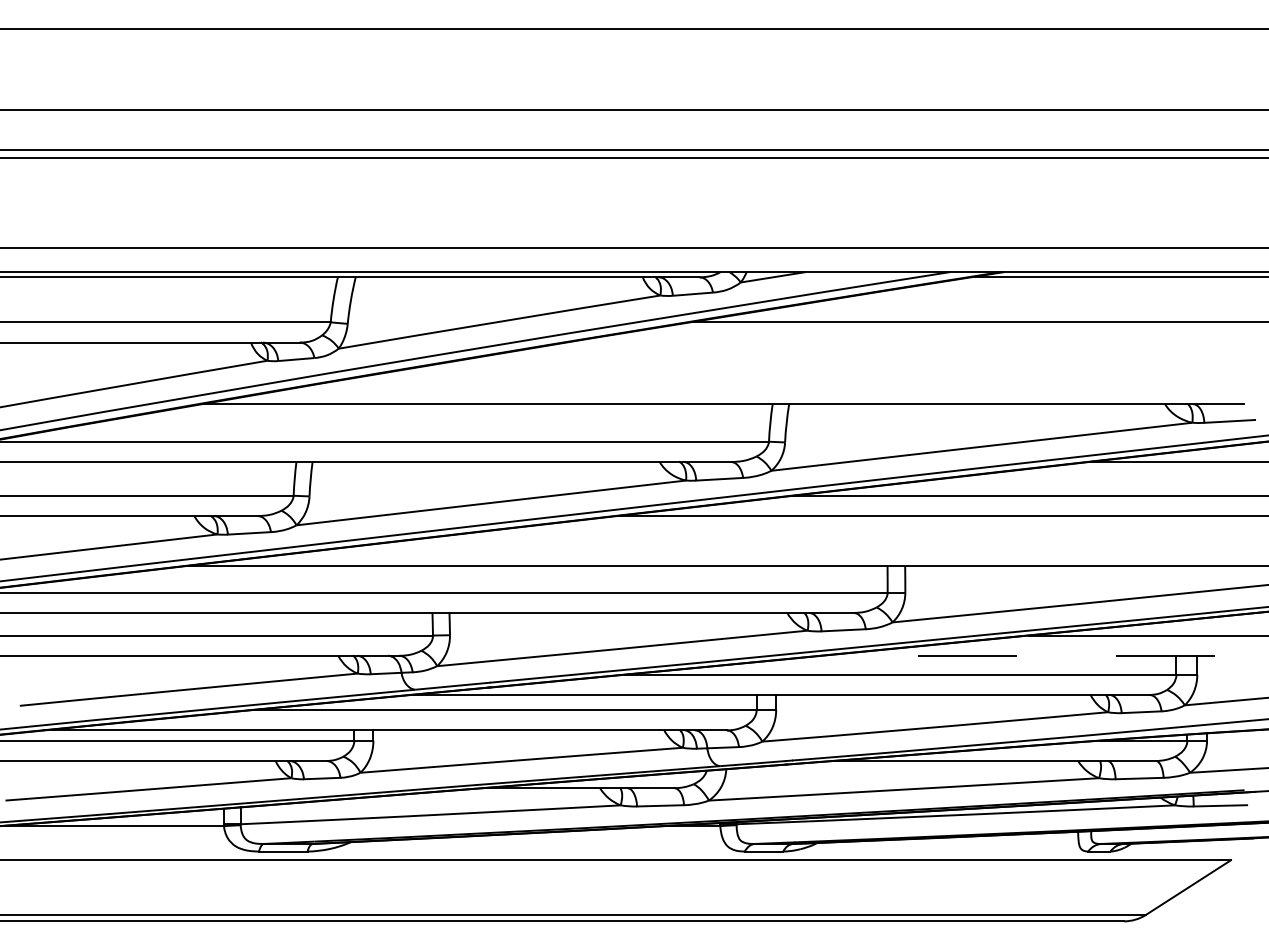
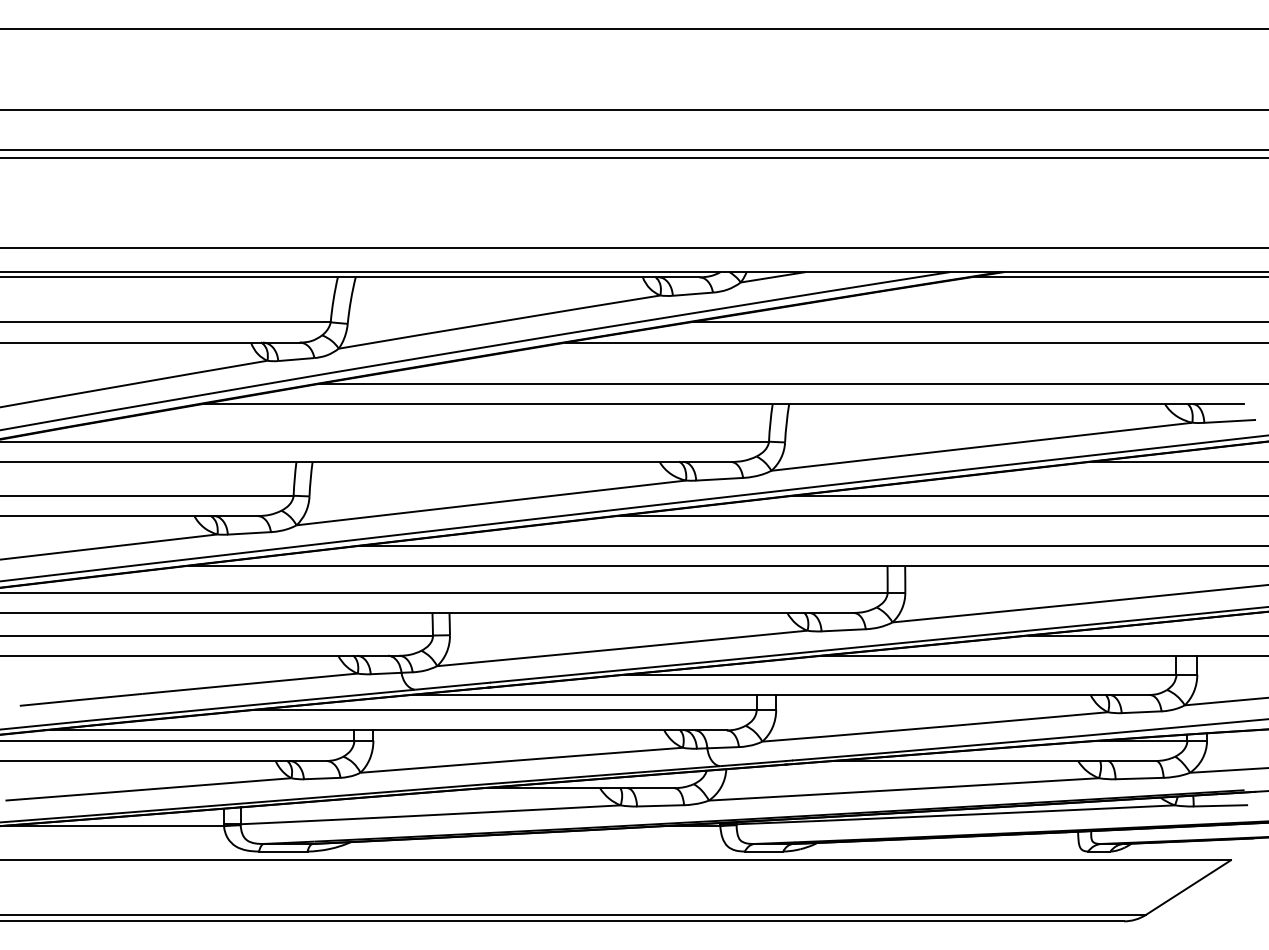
line at (915, 342): none -> present
line at (791, 383): none -> present
line at (811, 546): none -> present
line at (1044, 655): dashed -> solid
